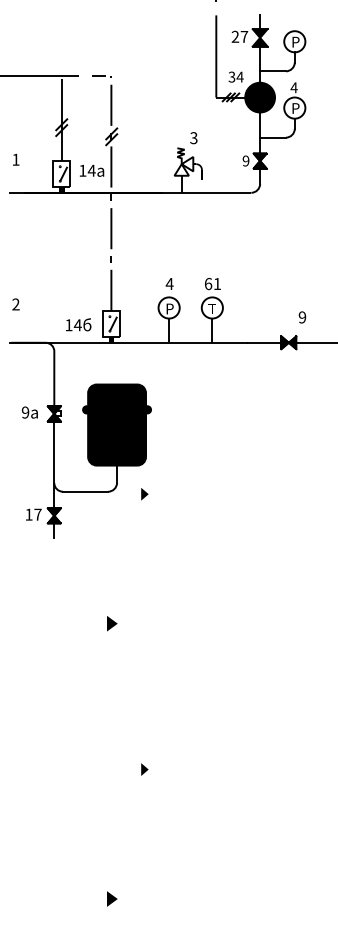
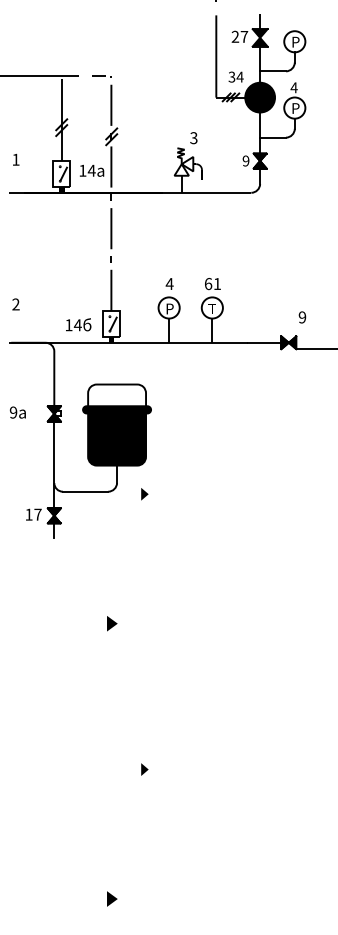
line at (315, 342) position: (315, 342) -> (315, 348)
fill at (117, 395): present -> none
text at (29, 412) position: (29, 412) -> (17, 412)
